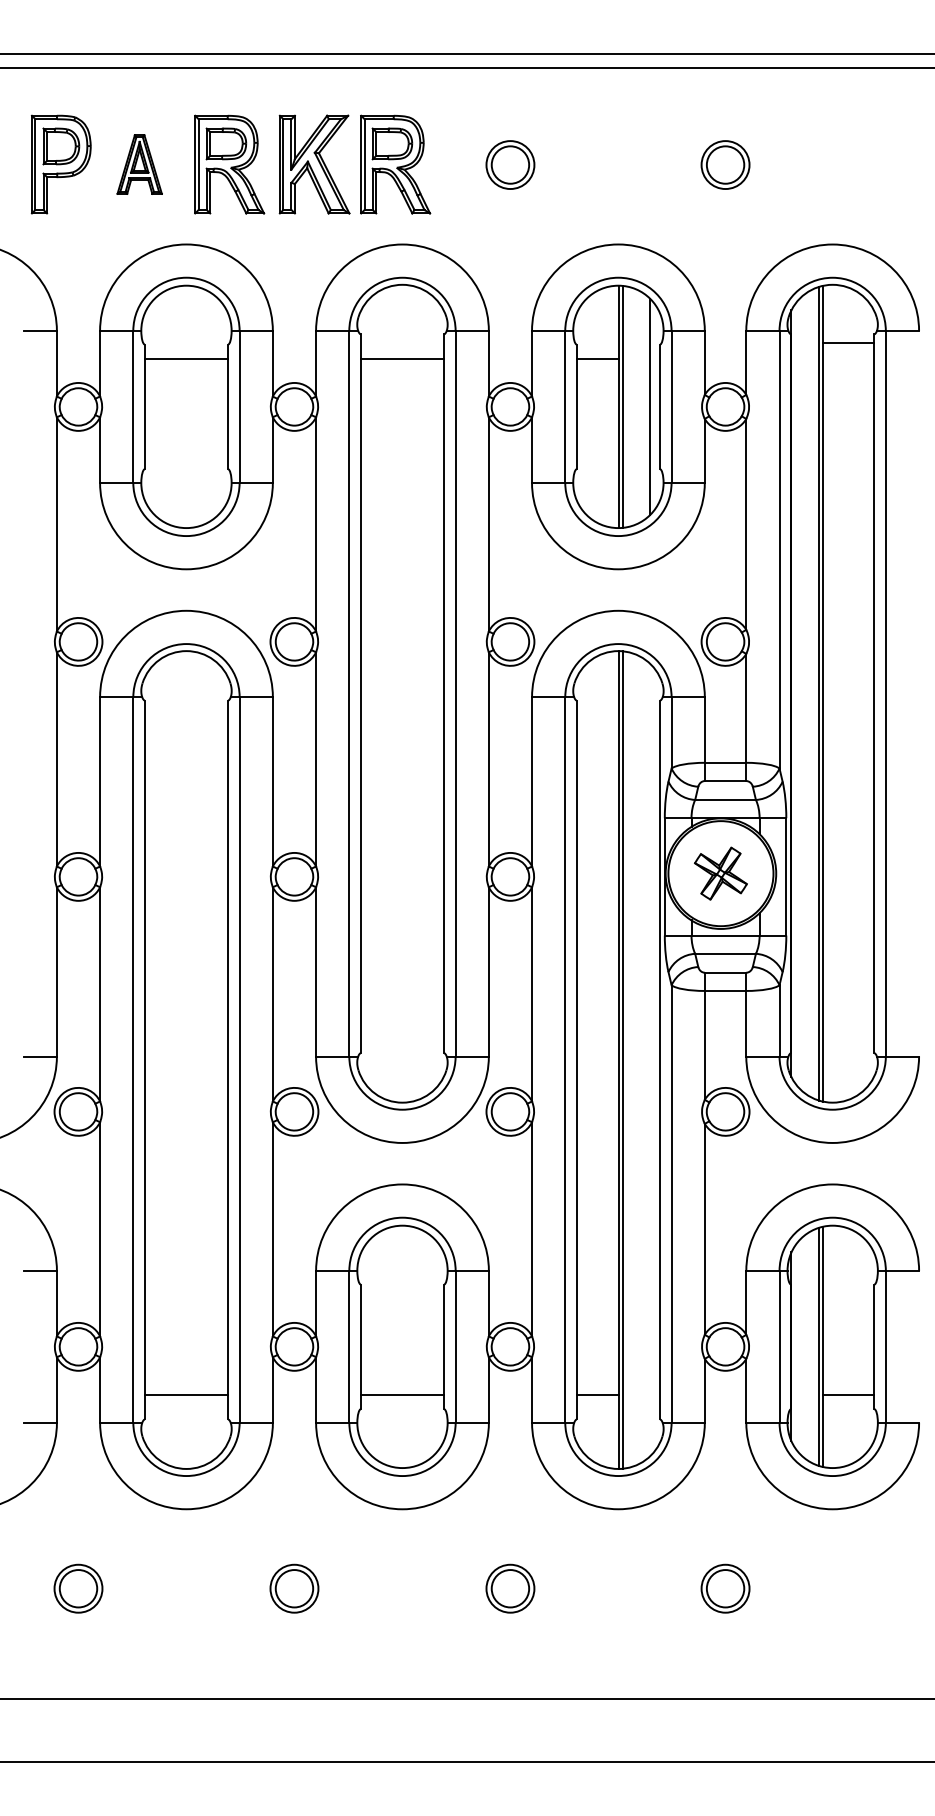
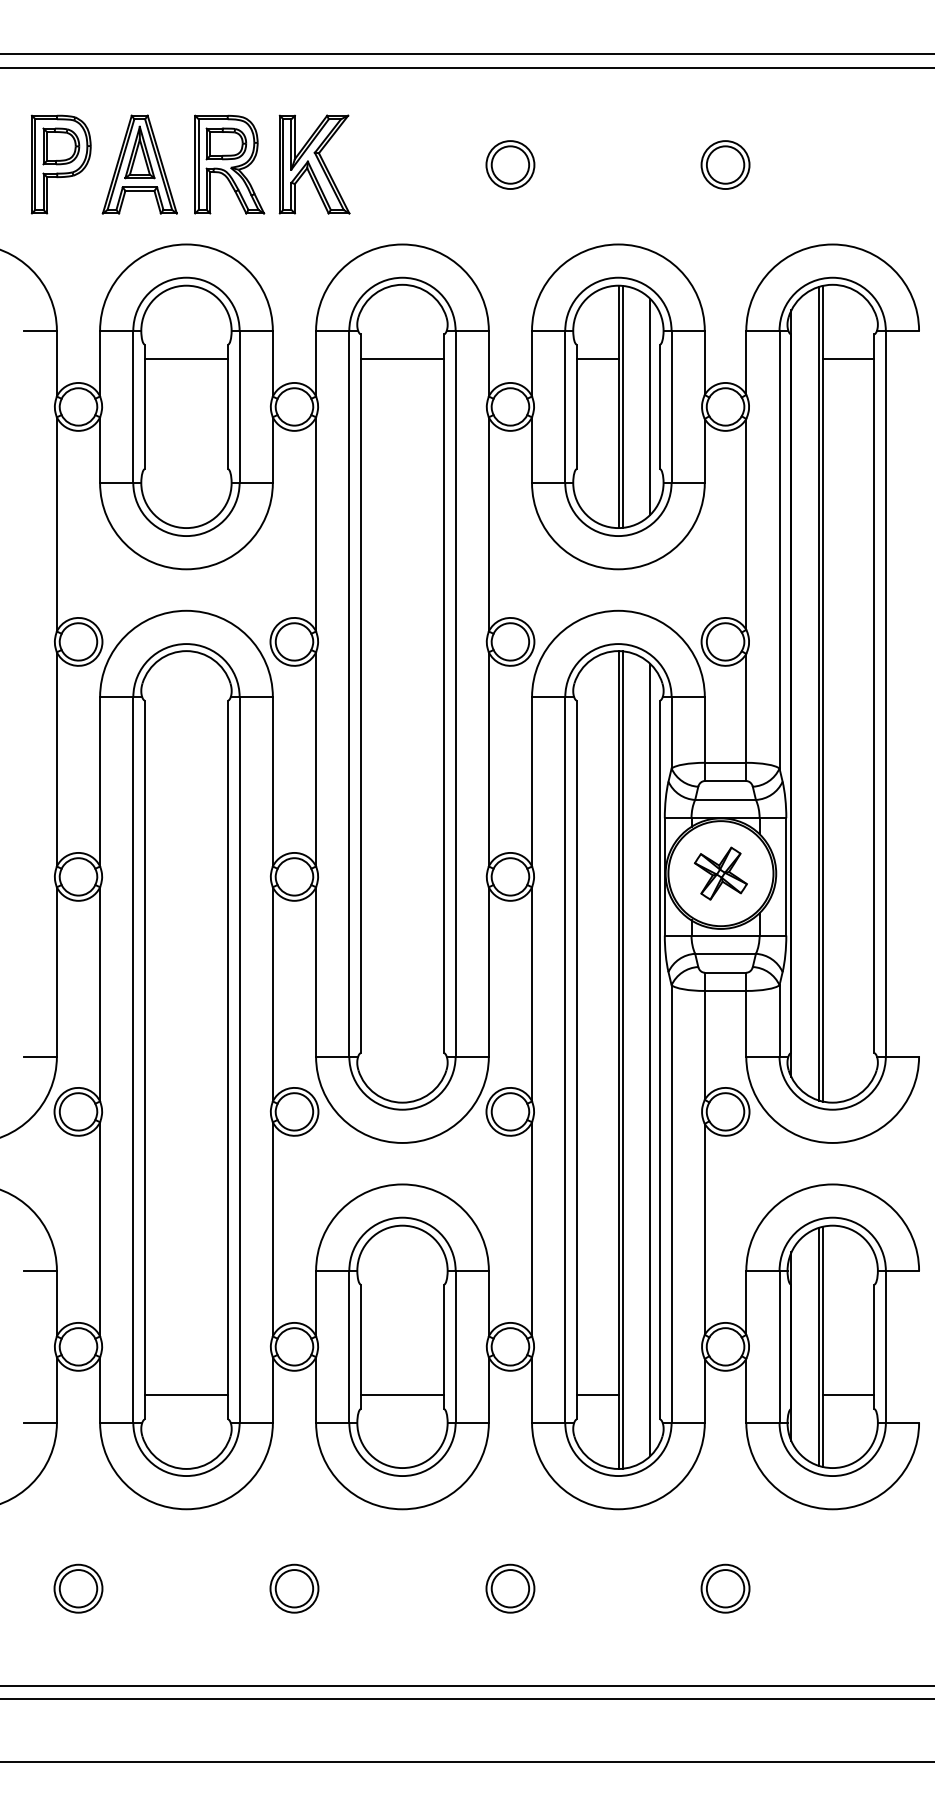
part at (139, 164) size: 47x61 px -> 77x101 px
part at (395, 164): present -> none
line at (848, 342) position: (848, 342) -> (848, 358)
line at (650, 1060): none -> present
line at (466, 1686): none -> present
